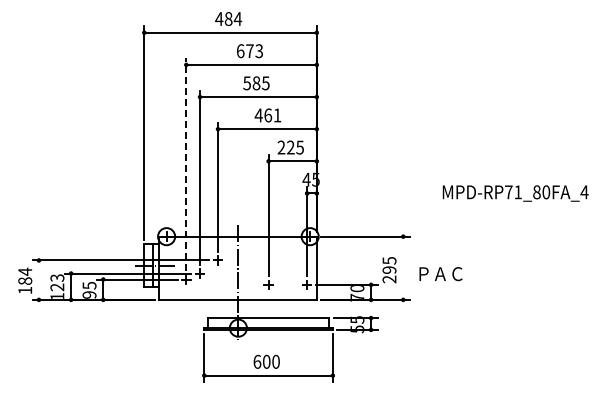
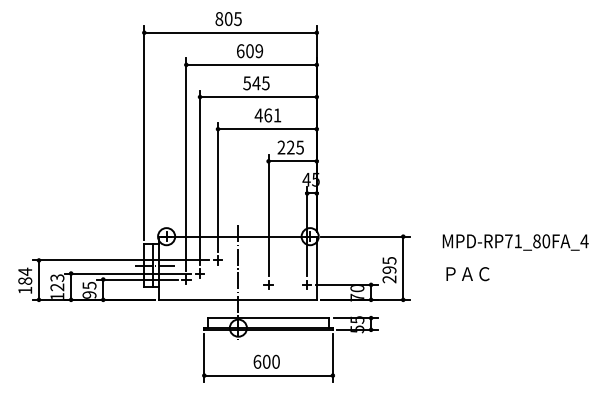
text at (228, 19): 484 -> 805
text at (254, 51): 673 -> 609
text at (256, 83): 585 -> 545
line at (186, 164): dashed -> solid
text at (515, 193) position: (515, 193) -> (515, 242)
line at (403, 268): none -> present
text at (440, 274) position: (440, 274) -> (467, 274)
line at (38, 279): none -> present
